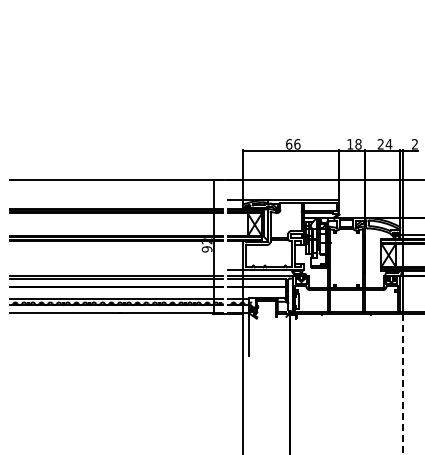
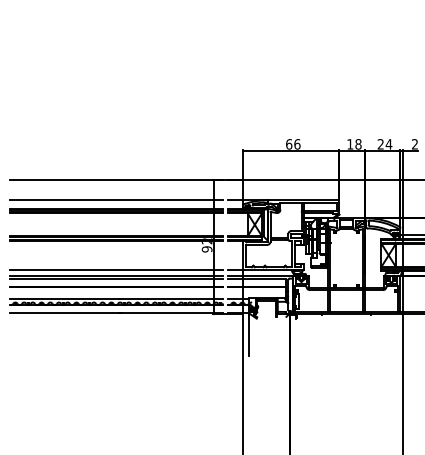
line at (116, 200): none -> present
line at (116, 269): none -> present
line at (403, 384): dashed -> solid
